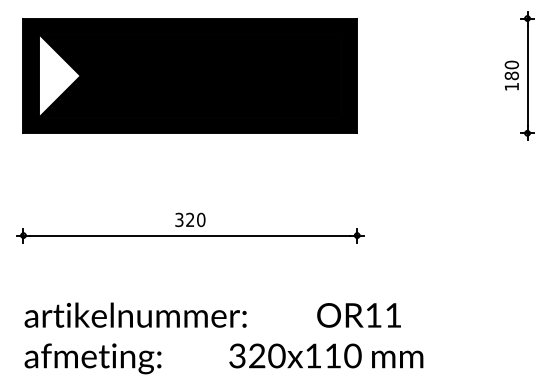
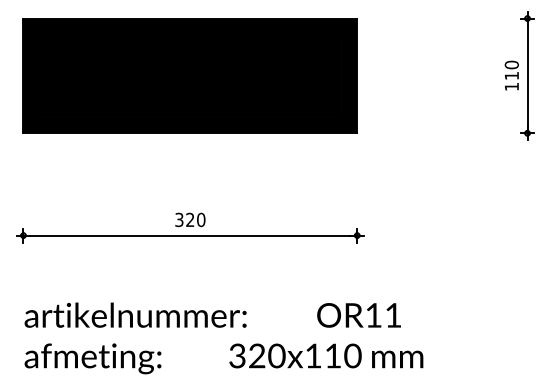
fill at (59, 75): none -> present
text at (511, 75): 180 -> 110
